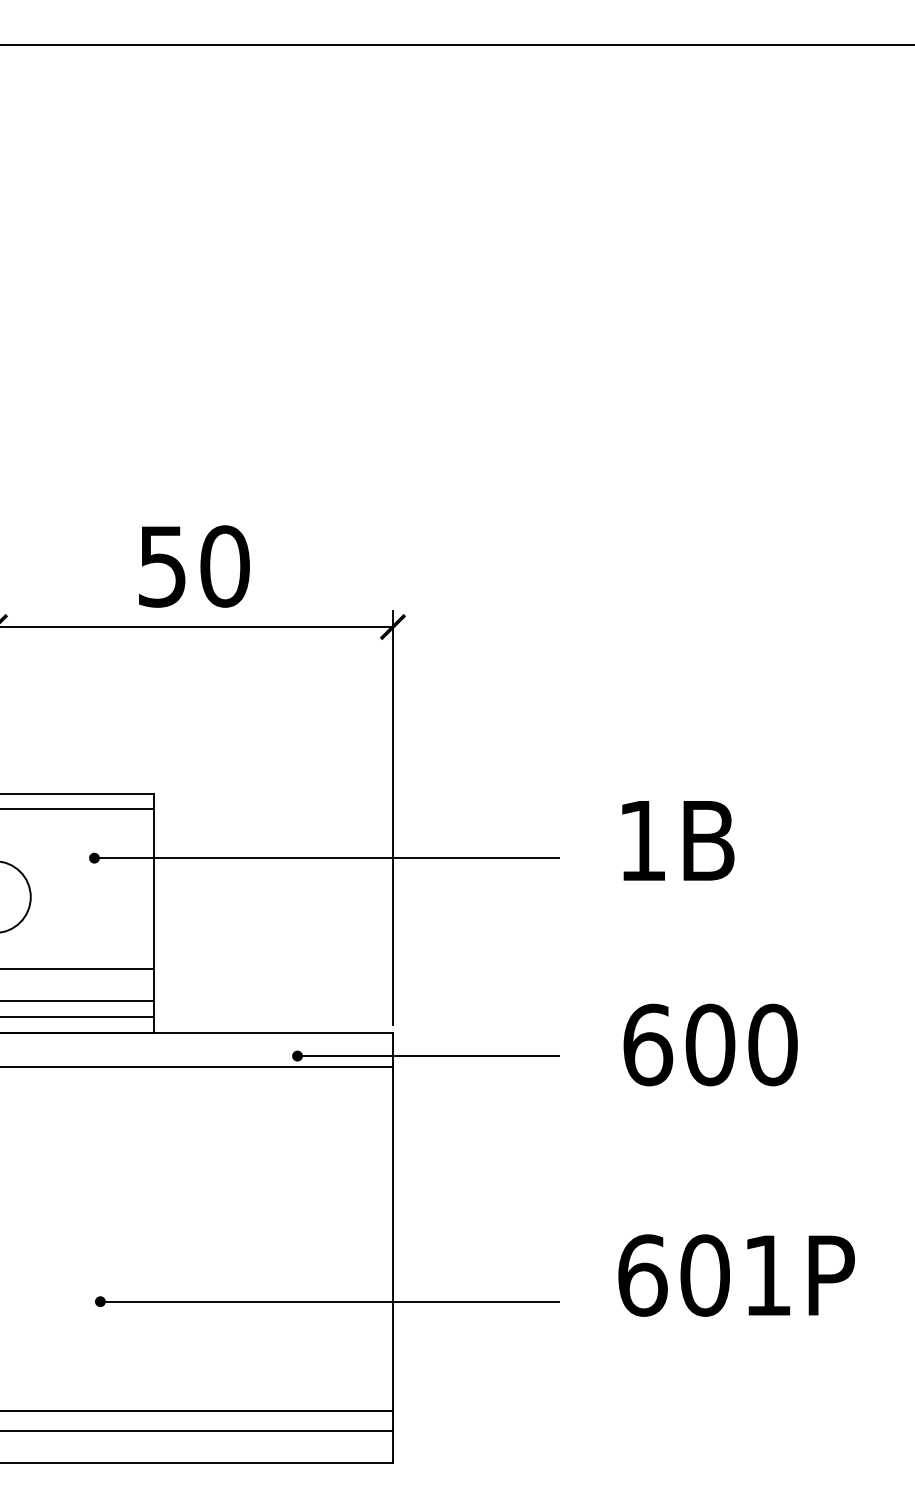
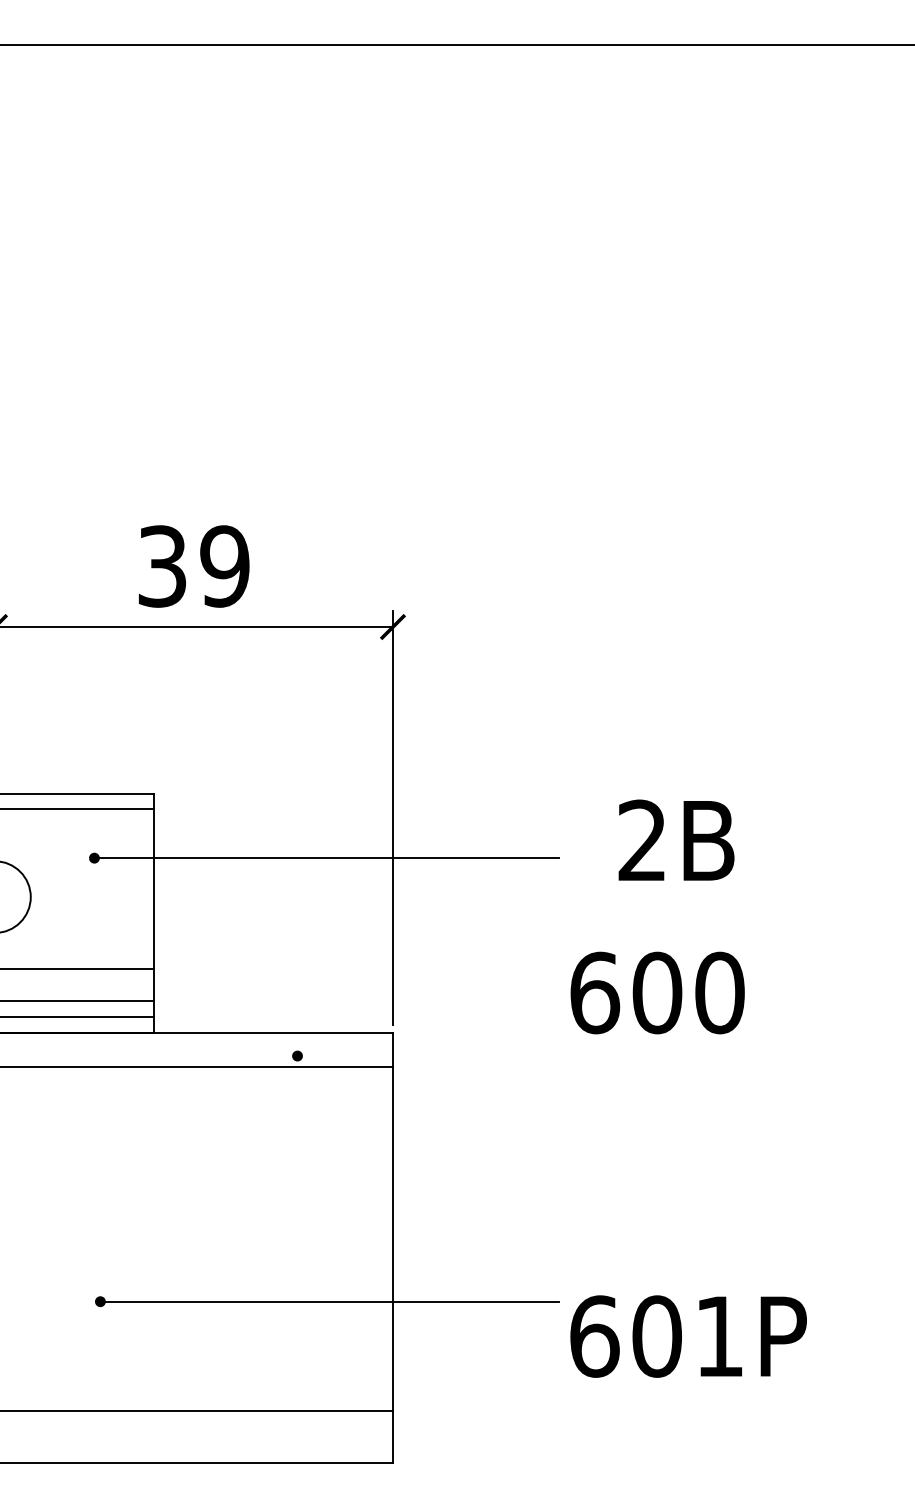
text at (193, 566): 50 -> 39
text at (641, 839): 1B -> 2B
text at (710, 1044) position: (710, 1044) -> (657, 992)
line at (428, 1056): present -> none
text at (736, 1275) position: (736, 1275) -> (688, 1336)
line at (197, 1430): present -> none
